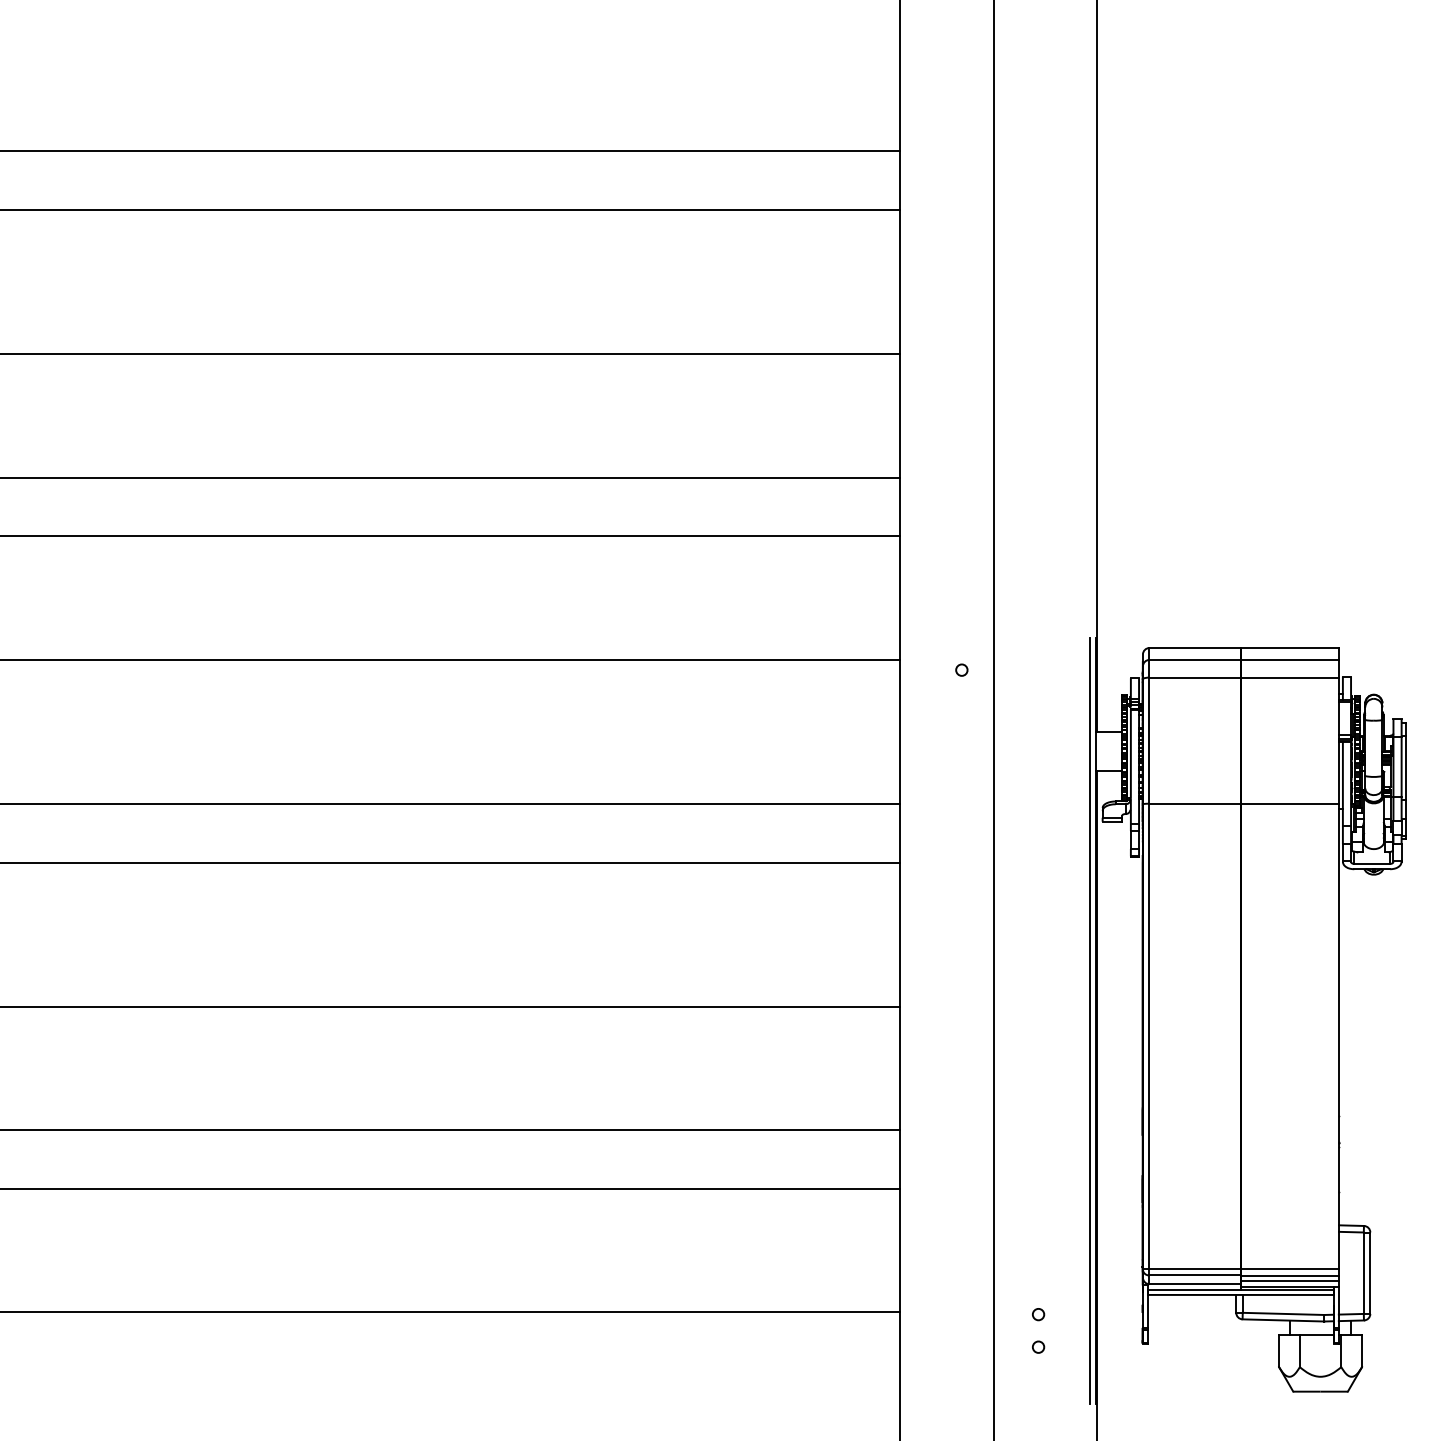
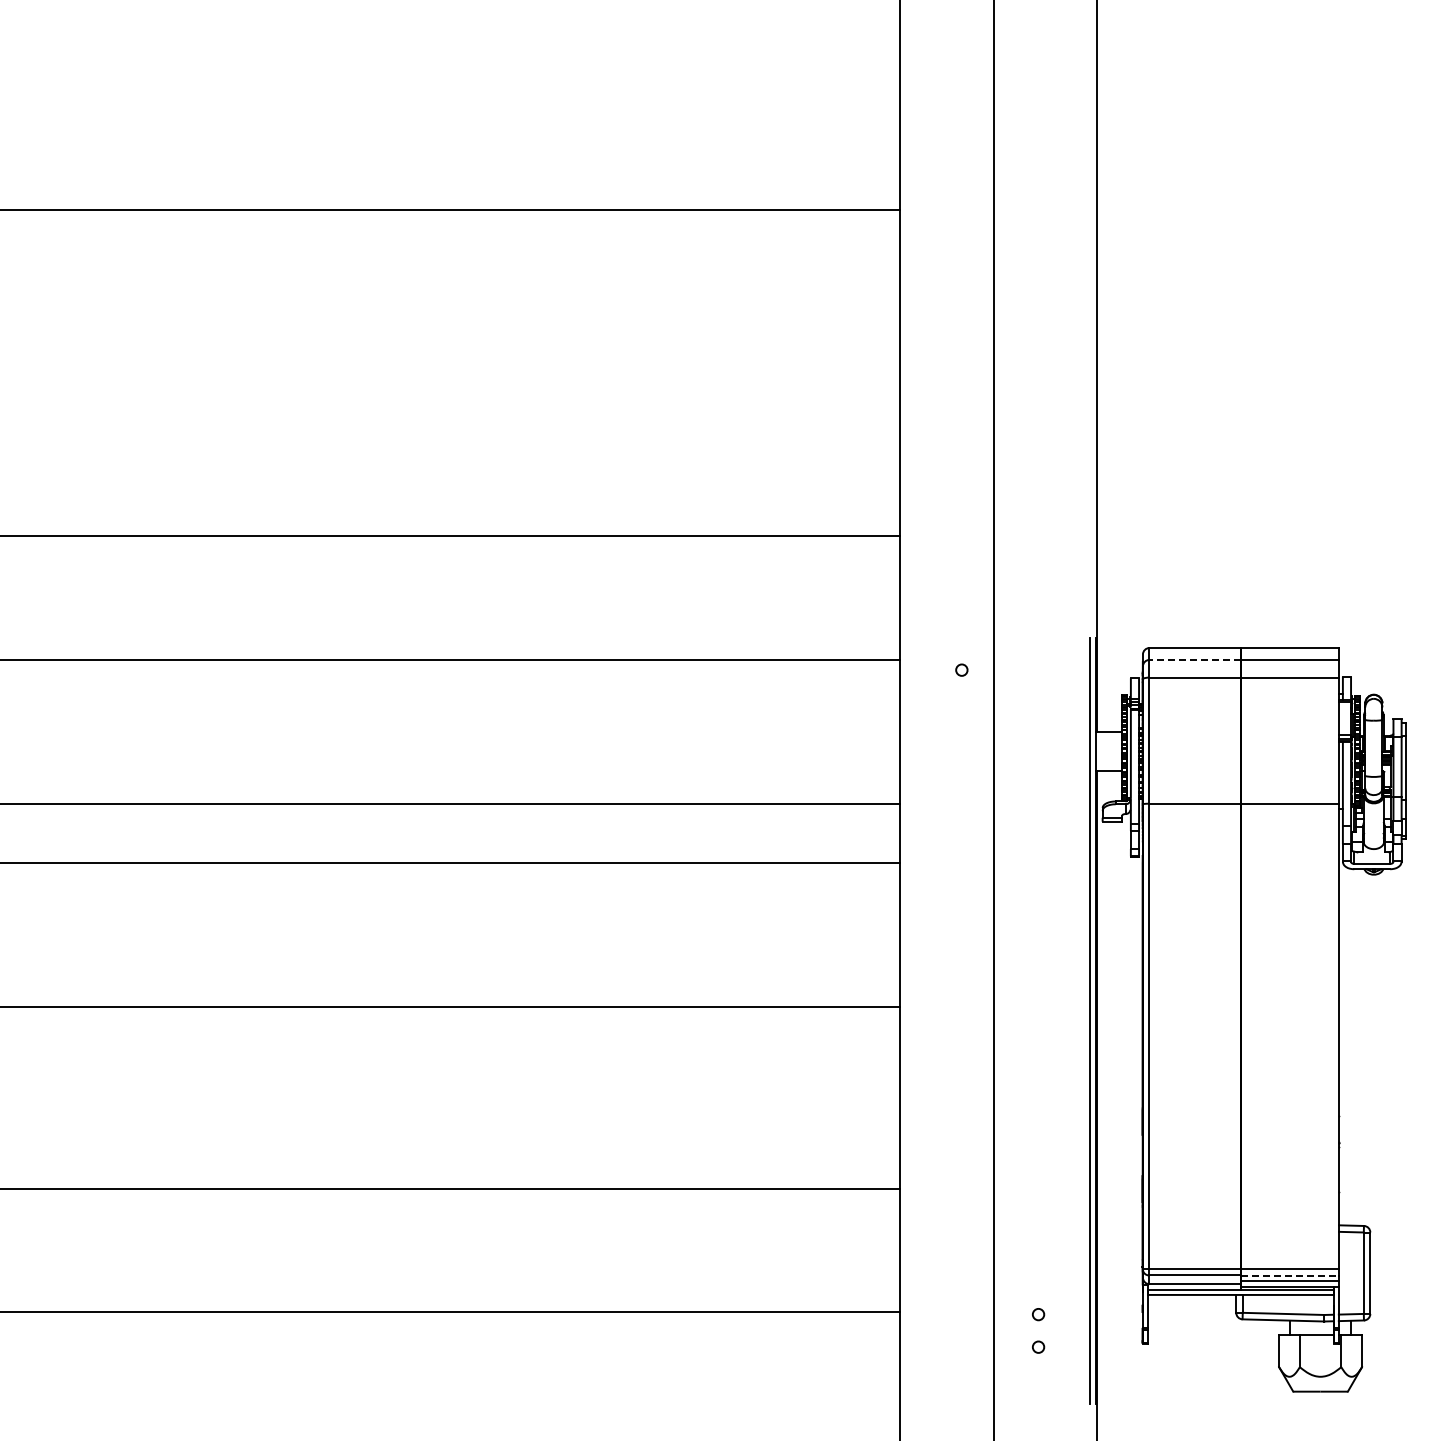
line at (450, 151): present -> none
line at (450, 354): present -> none
line at (450, 477): present -> none
line at (1195, 659): solid -> dashed
line at (450, 1130): present -> none
line at (1290, 1275): solid -> dashed
